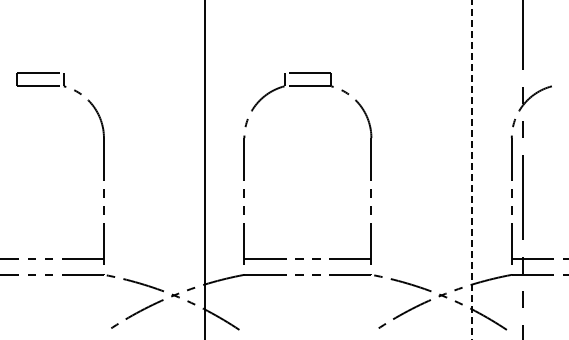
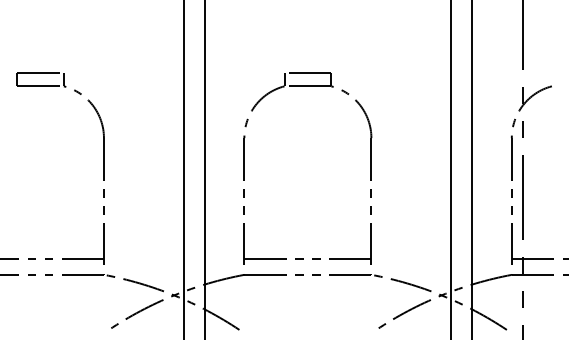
line at (183, 169): none -> present
line at (451, 169): none -> present
line at (472, 170): dashed -> solid
